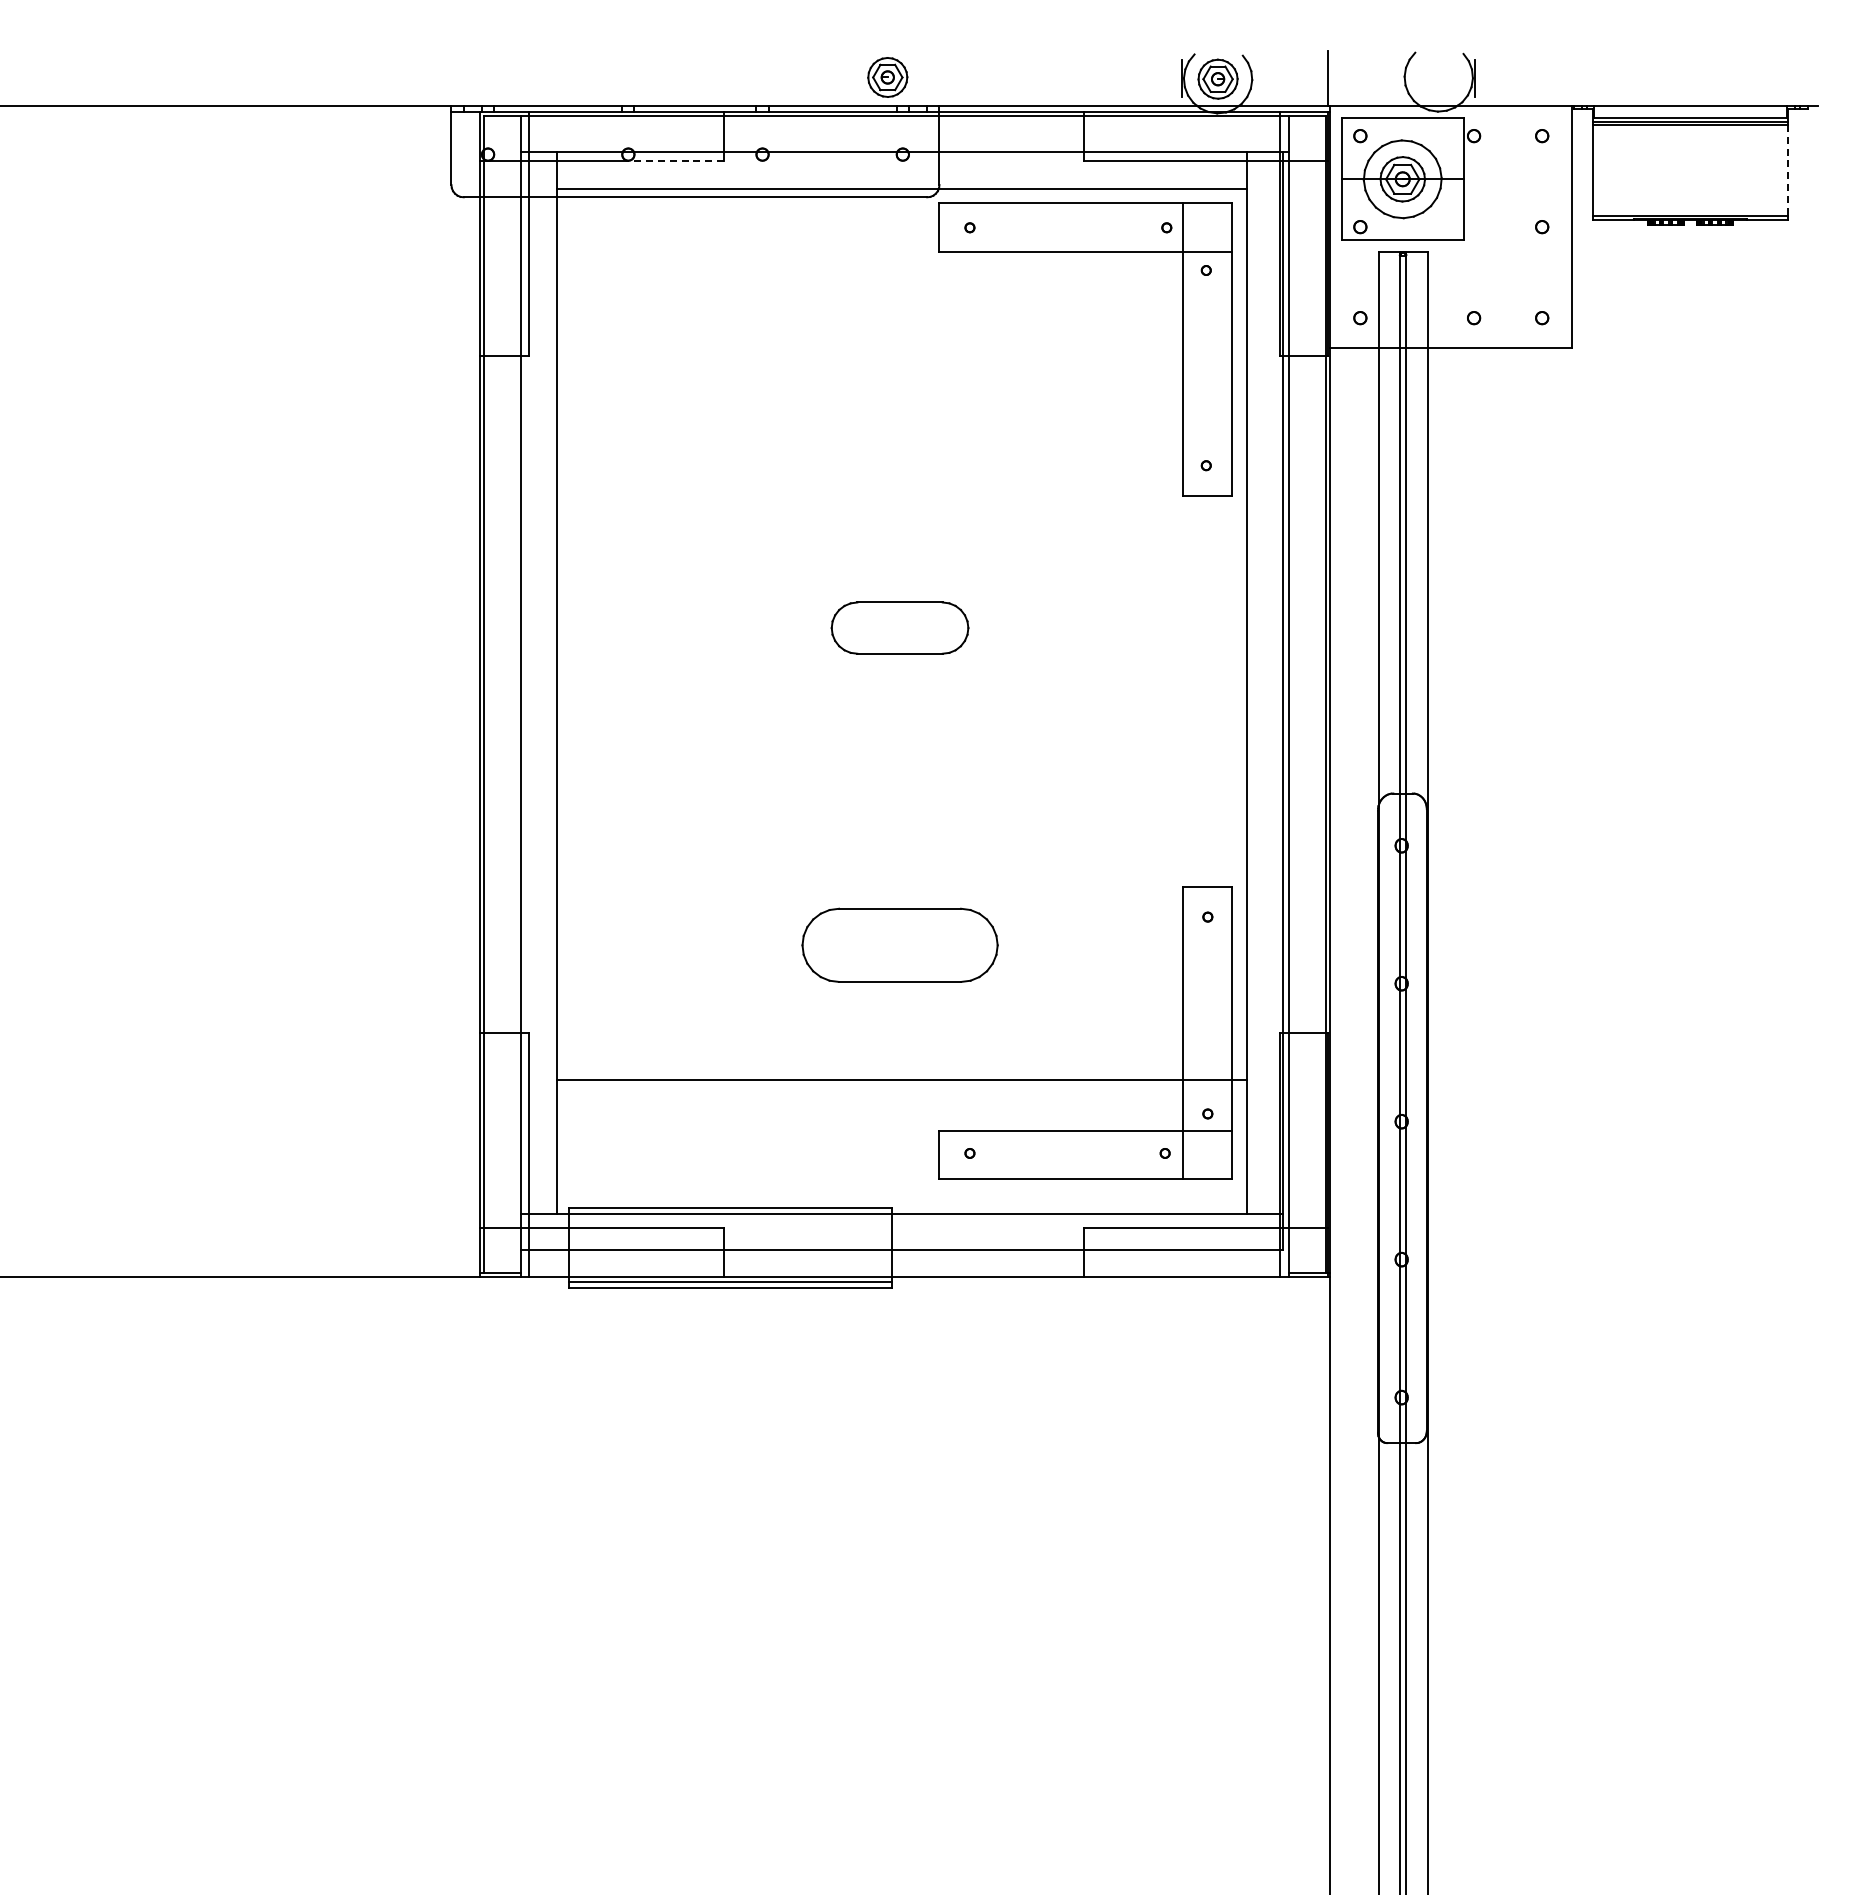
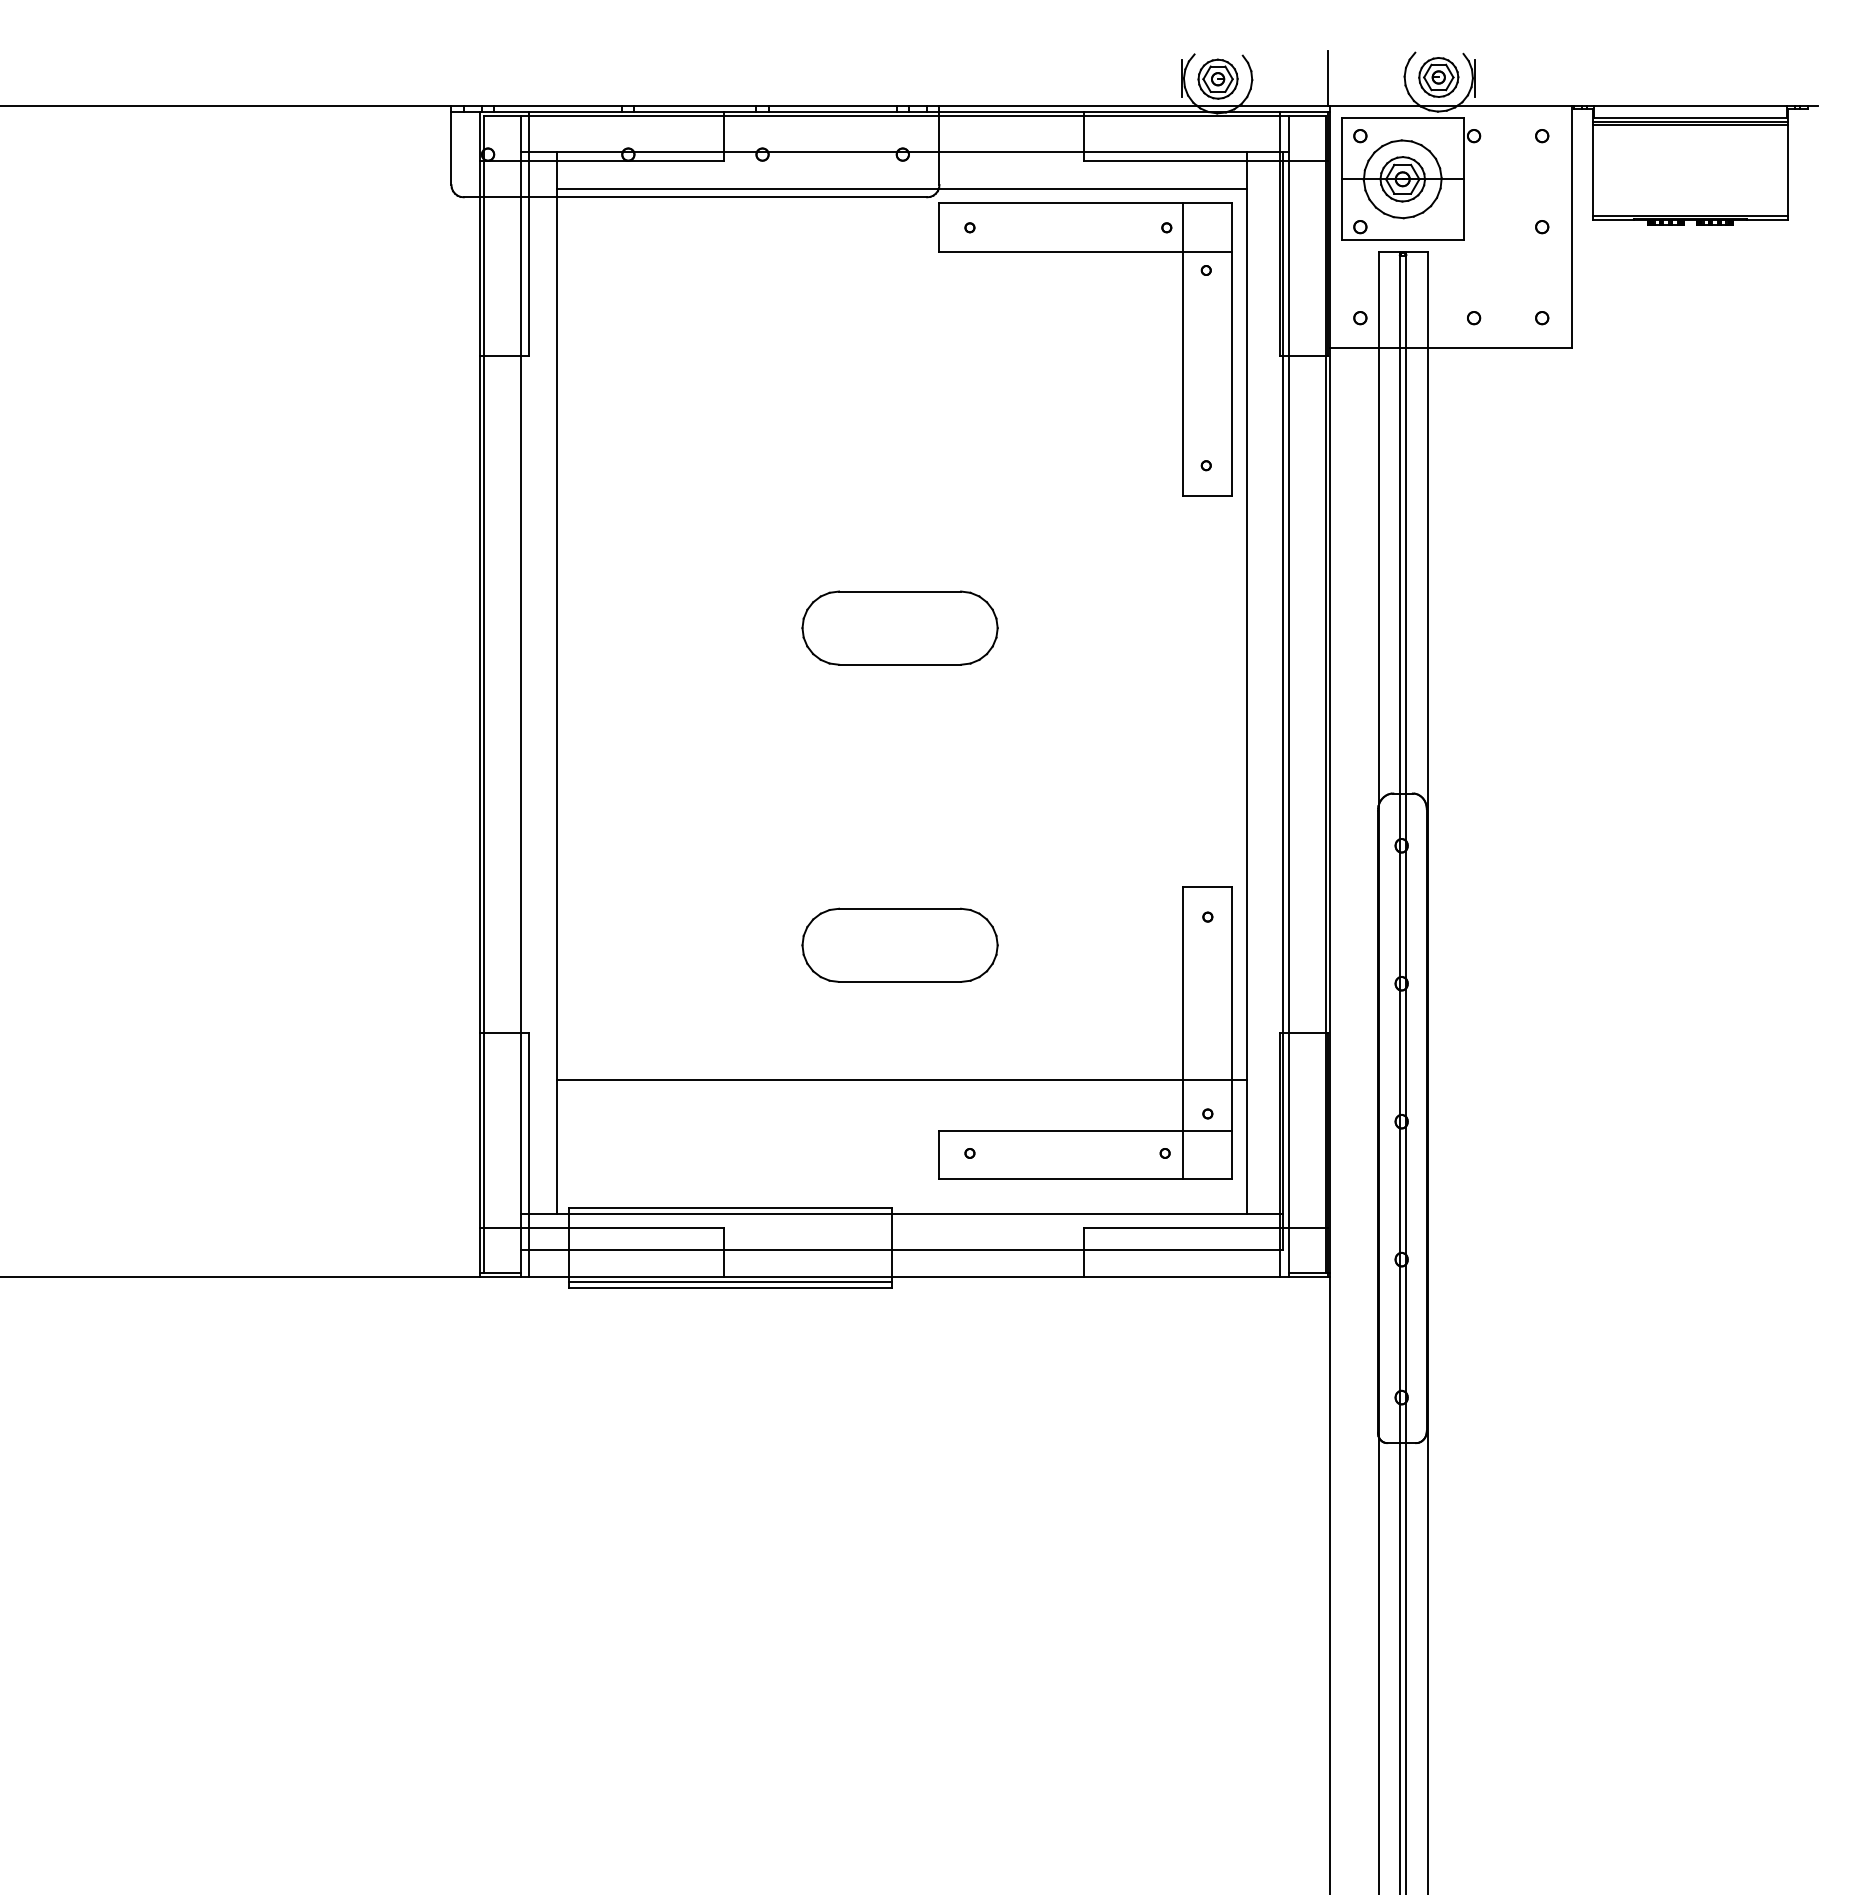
part at (887, 77) position: (887, 77) -> (1438, 77)
line at (676, 160): dashed -> solid
line at (1788, 170): dashed -> solid
part at (899, 627) size: 140x54 px -> 198x76 px
